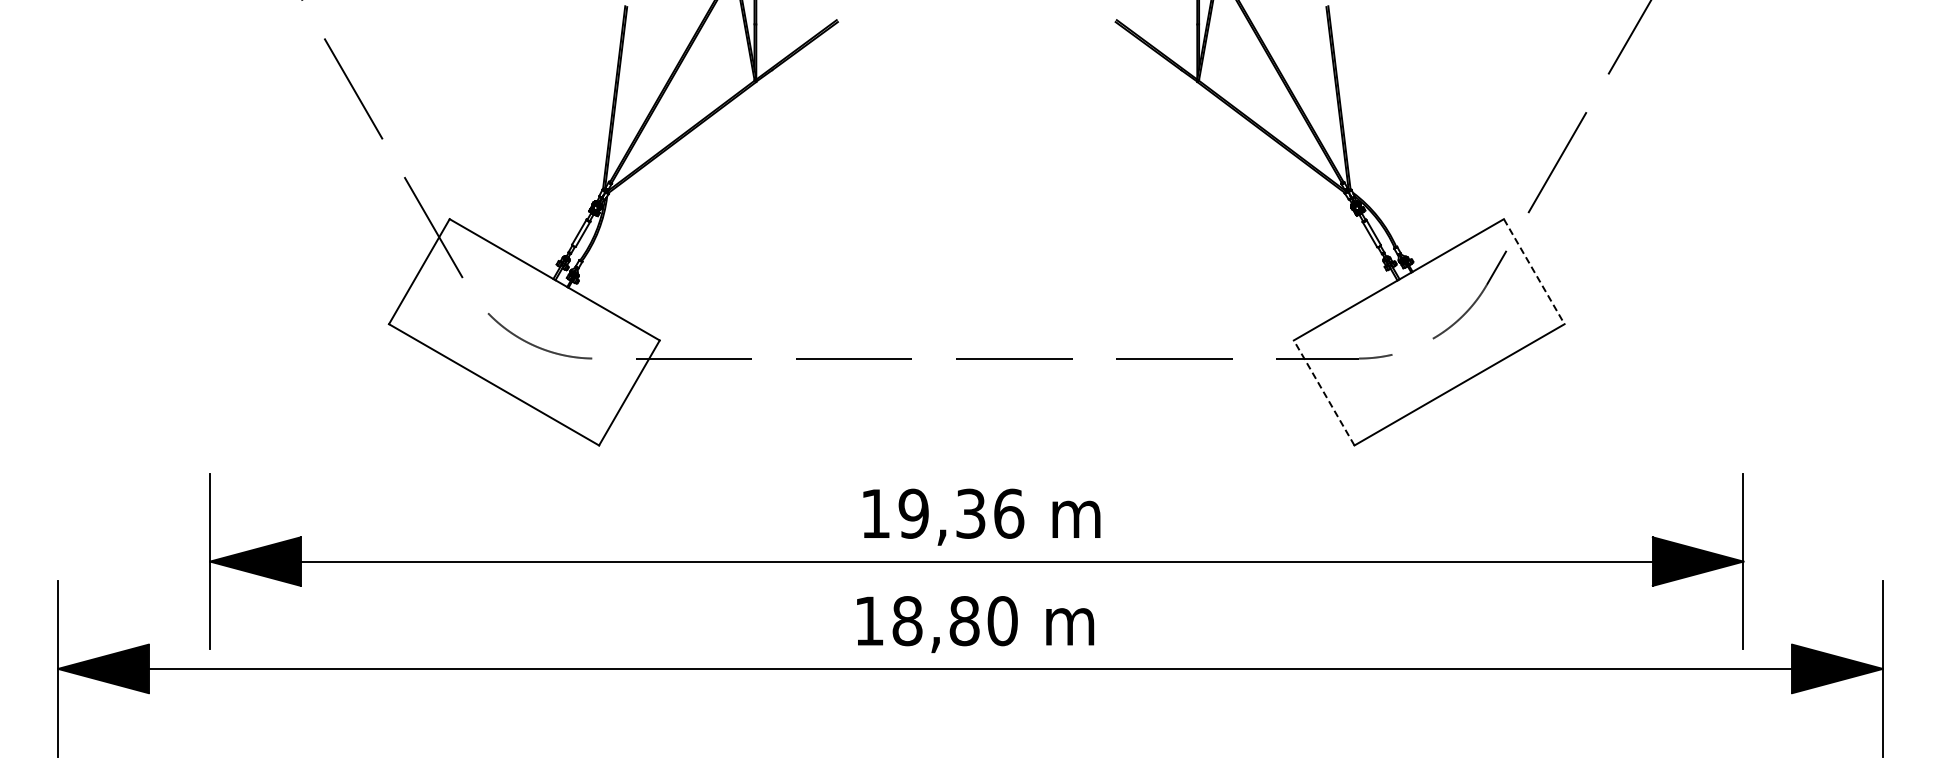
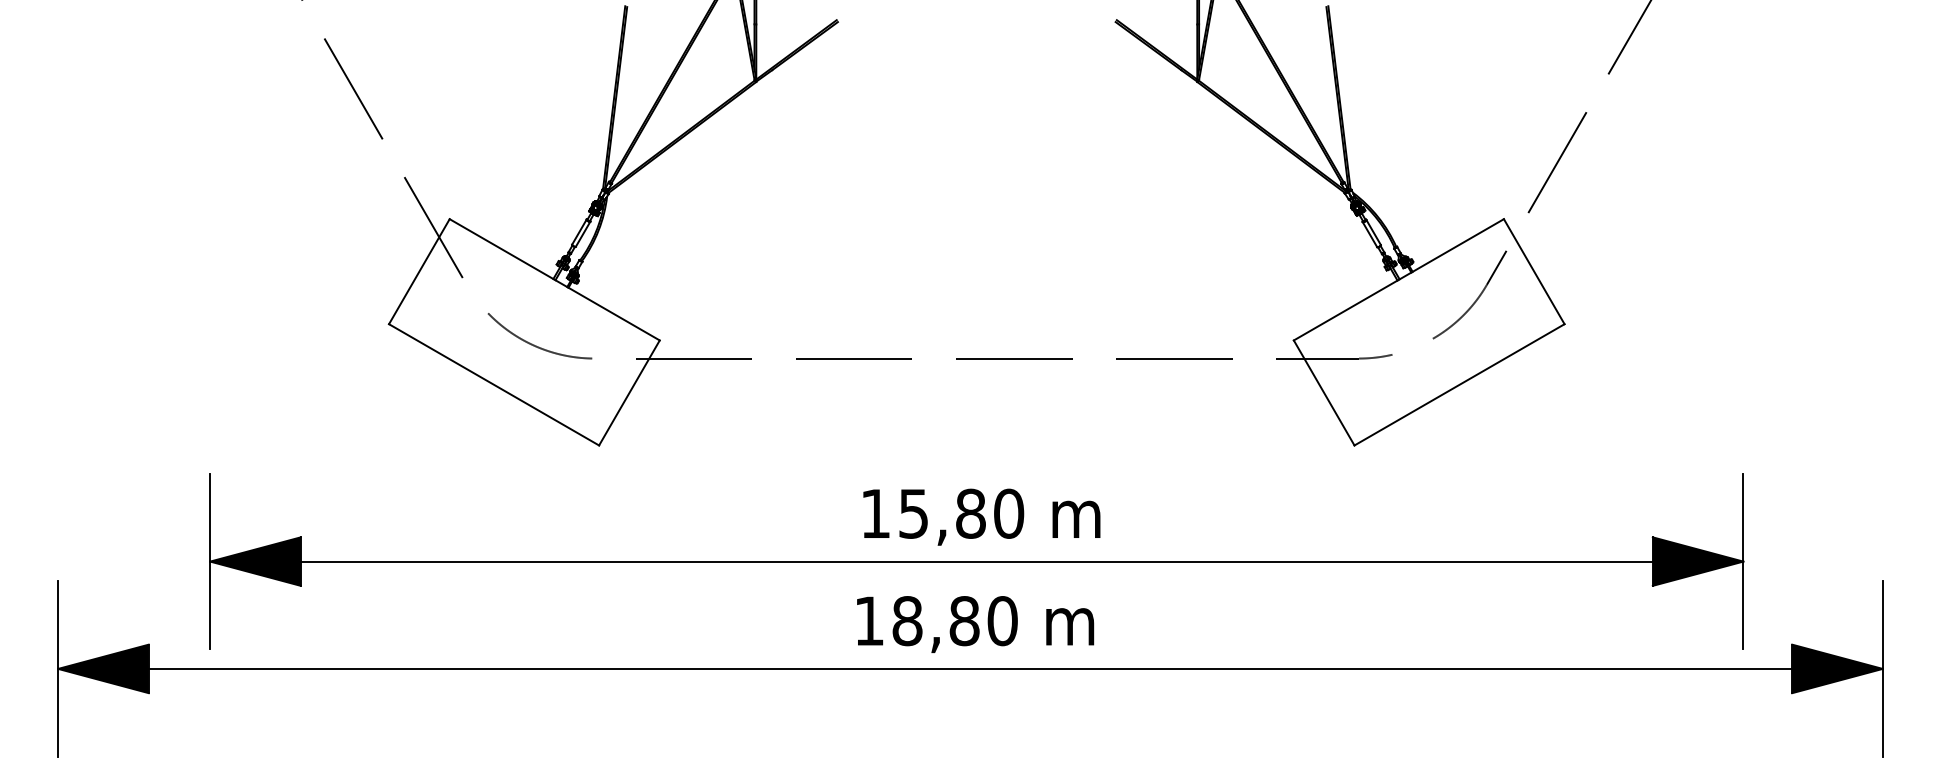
line at (1534, 271): dashed -> solid
line at (1324, 392): dashed -> solid
text at (961, 513): 19,36 -> 15,80
